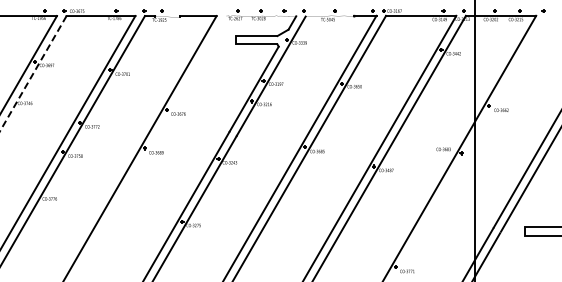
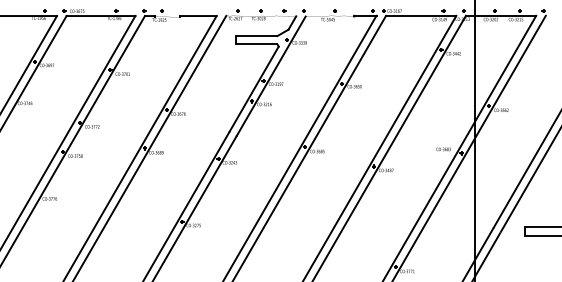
line at (33, 74): dashed -> solid
line at (150, 146): none -> present
line at (469, 146): none -> present
